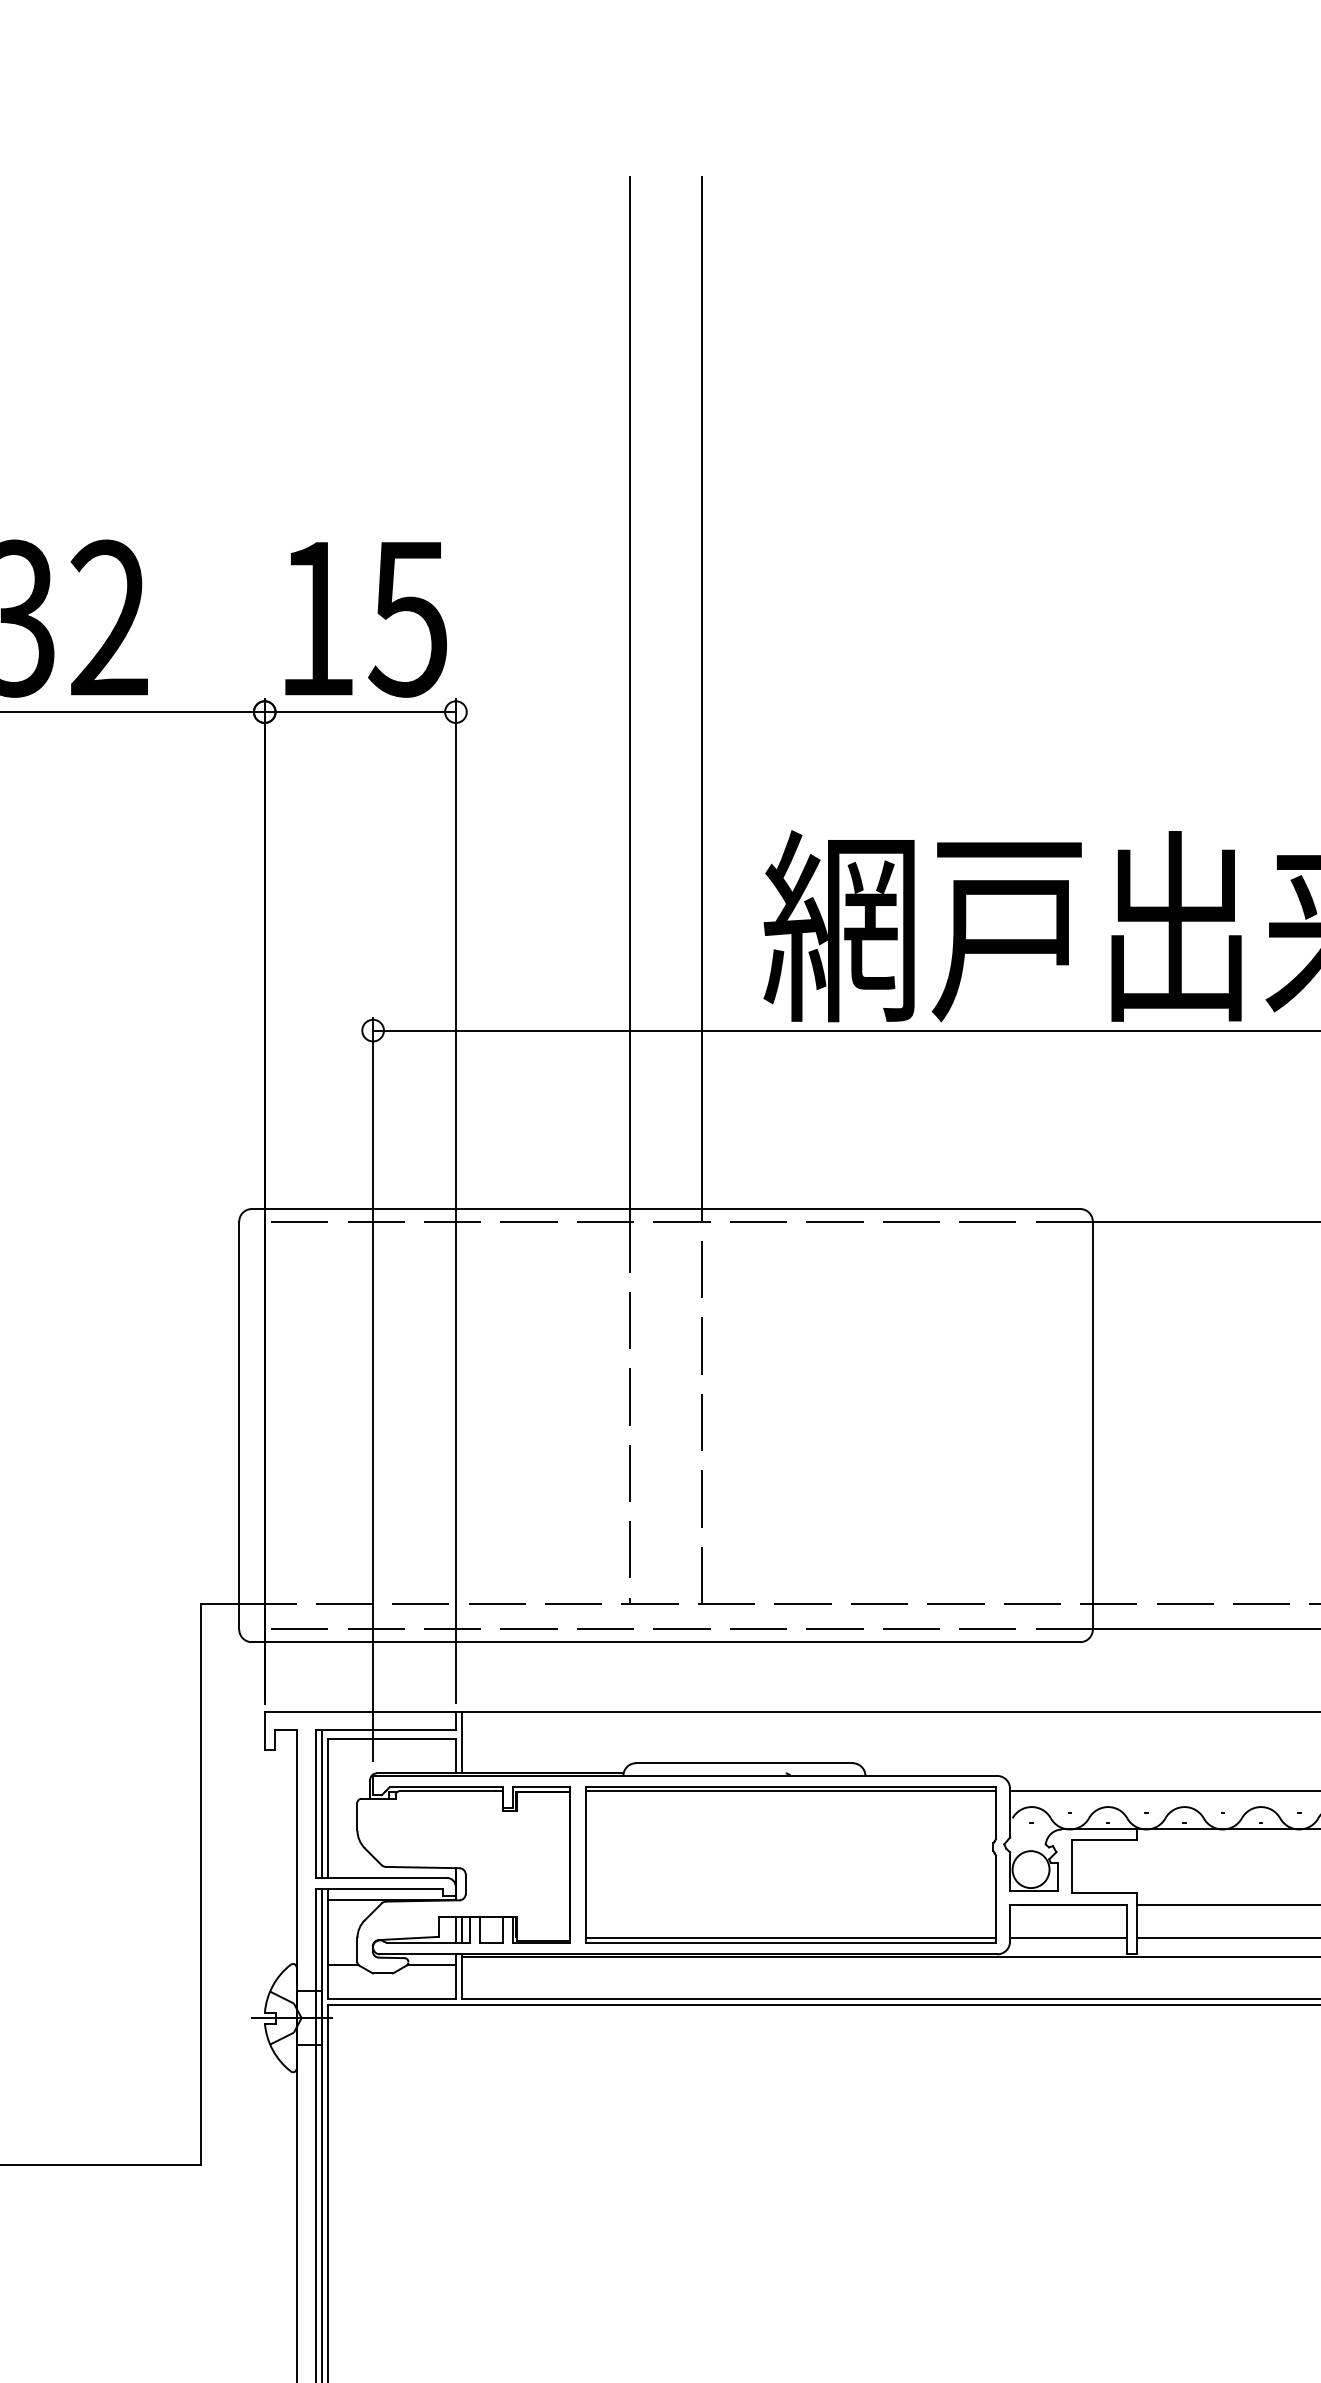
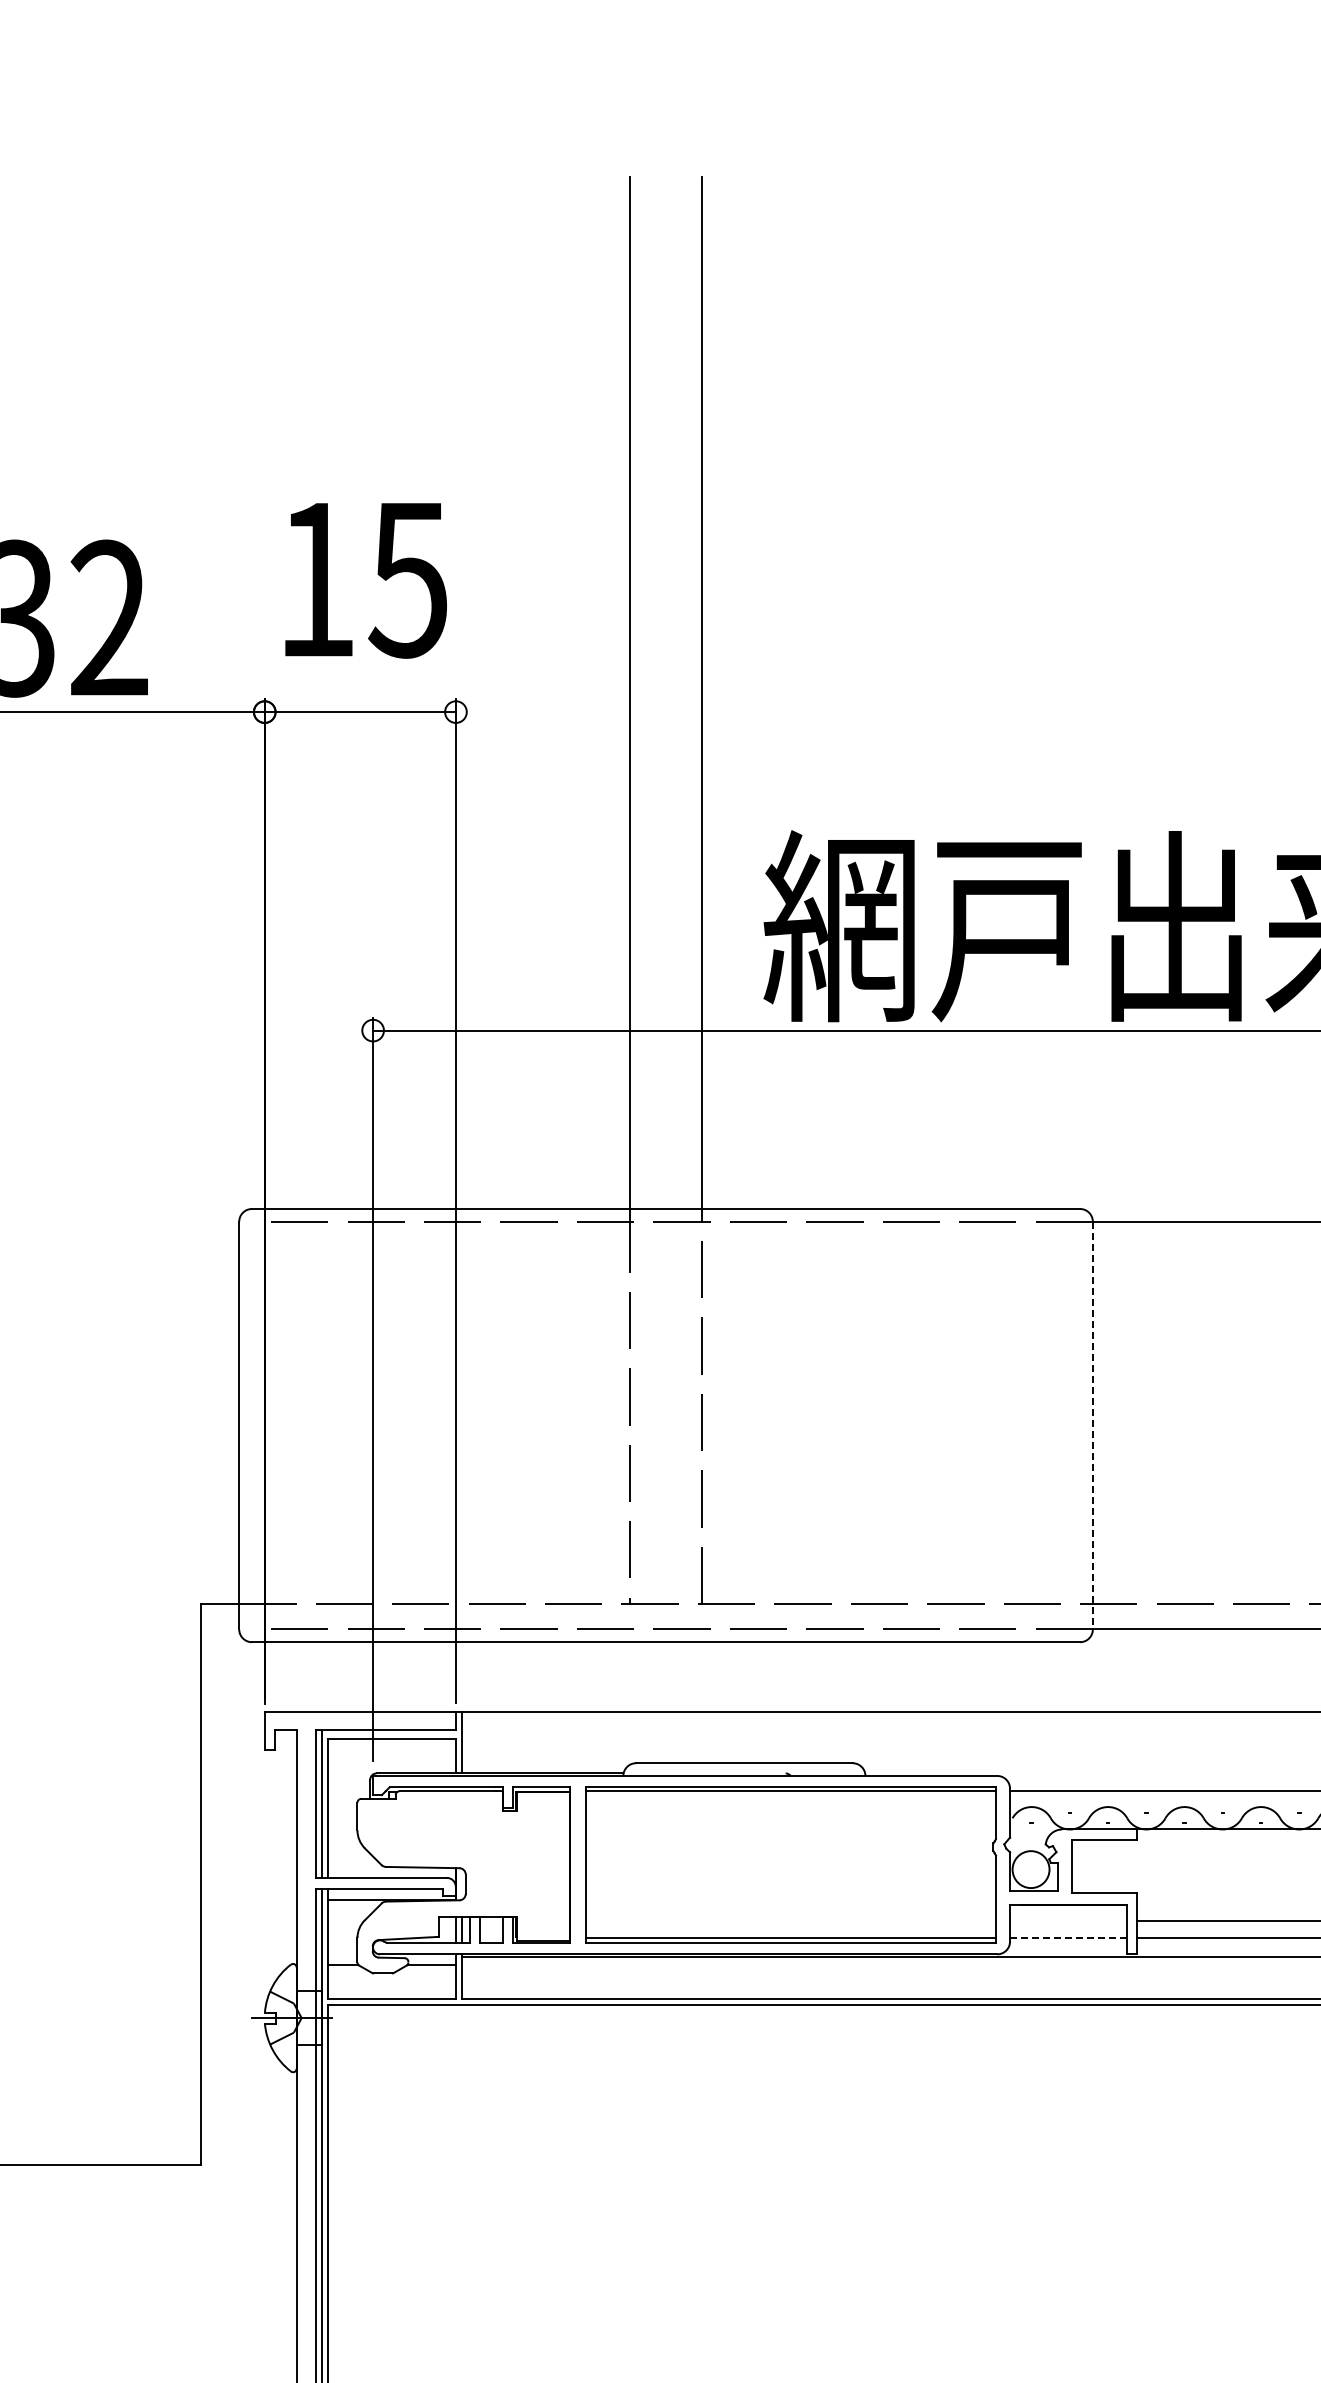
text at (365, 619) position: (365, 619) -> (365, 580)
line at (1092, 1425): solid -> dashed
line at (1227, 1904) position: (1227, 1904) -> (1227, 1920)
line at (1068, 1937): solid -> dashed
